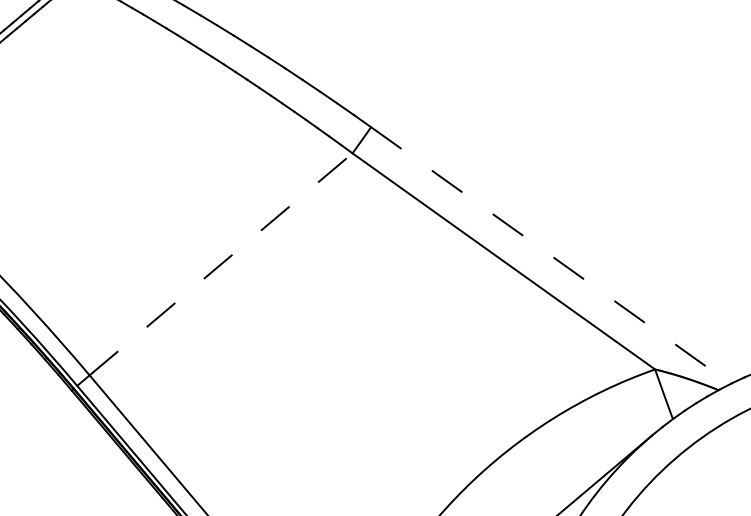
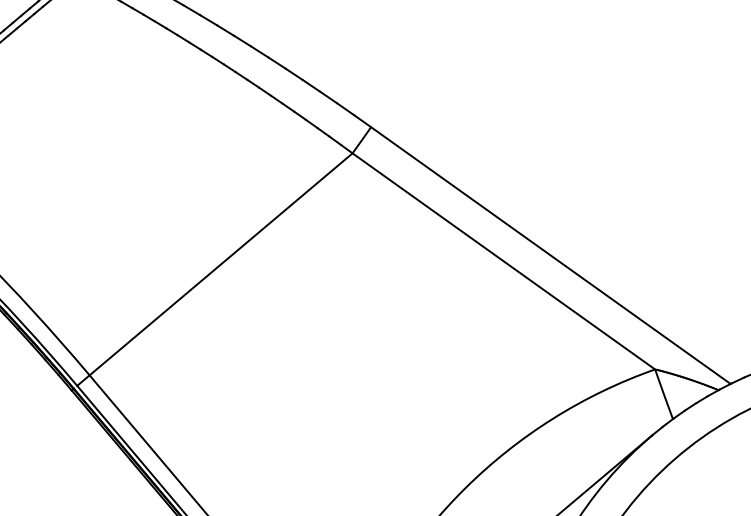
line at (550, 255): dashed -> solid
line at (221, 264): dashed -> solid
